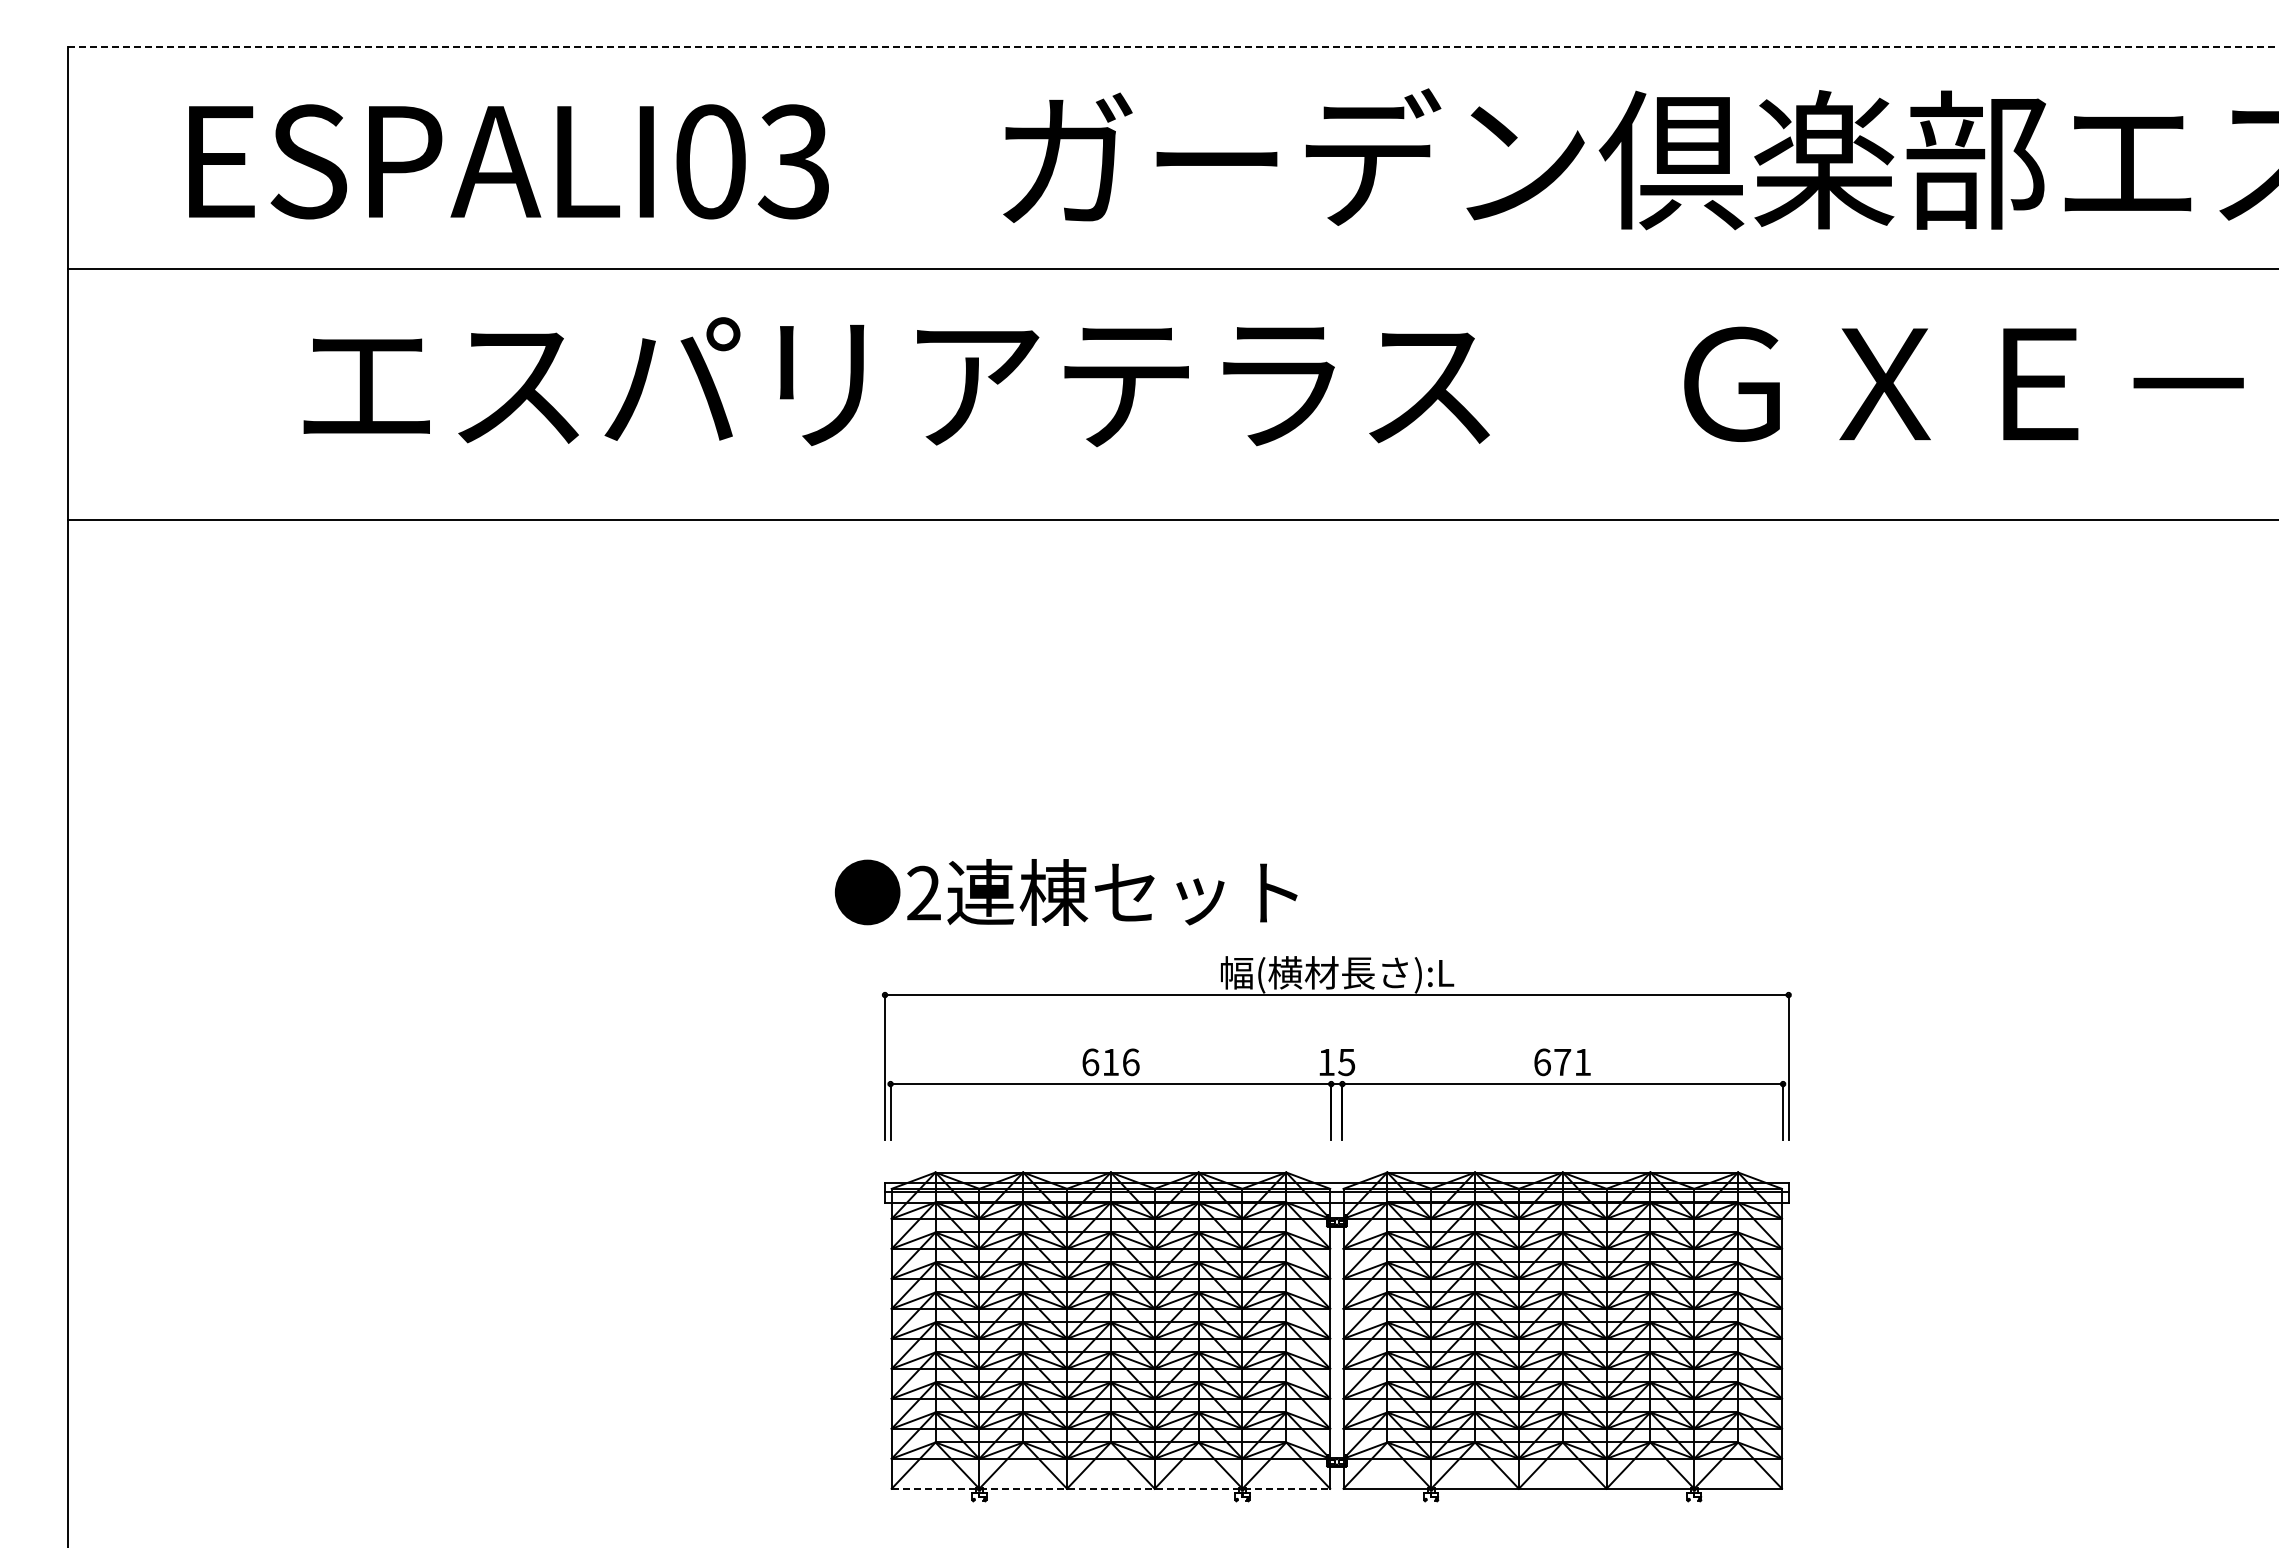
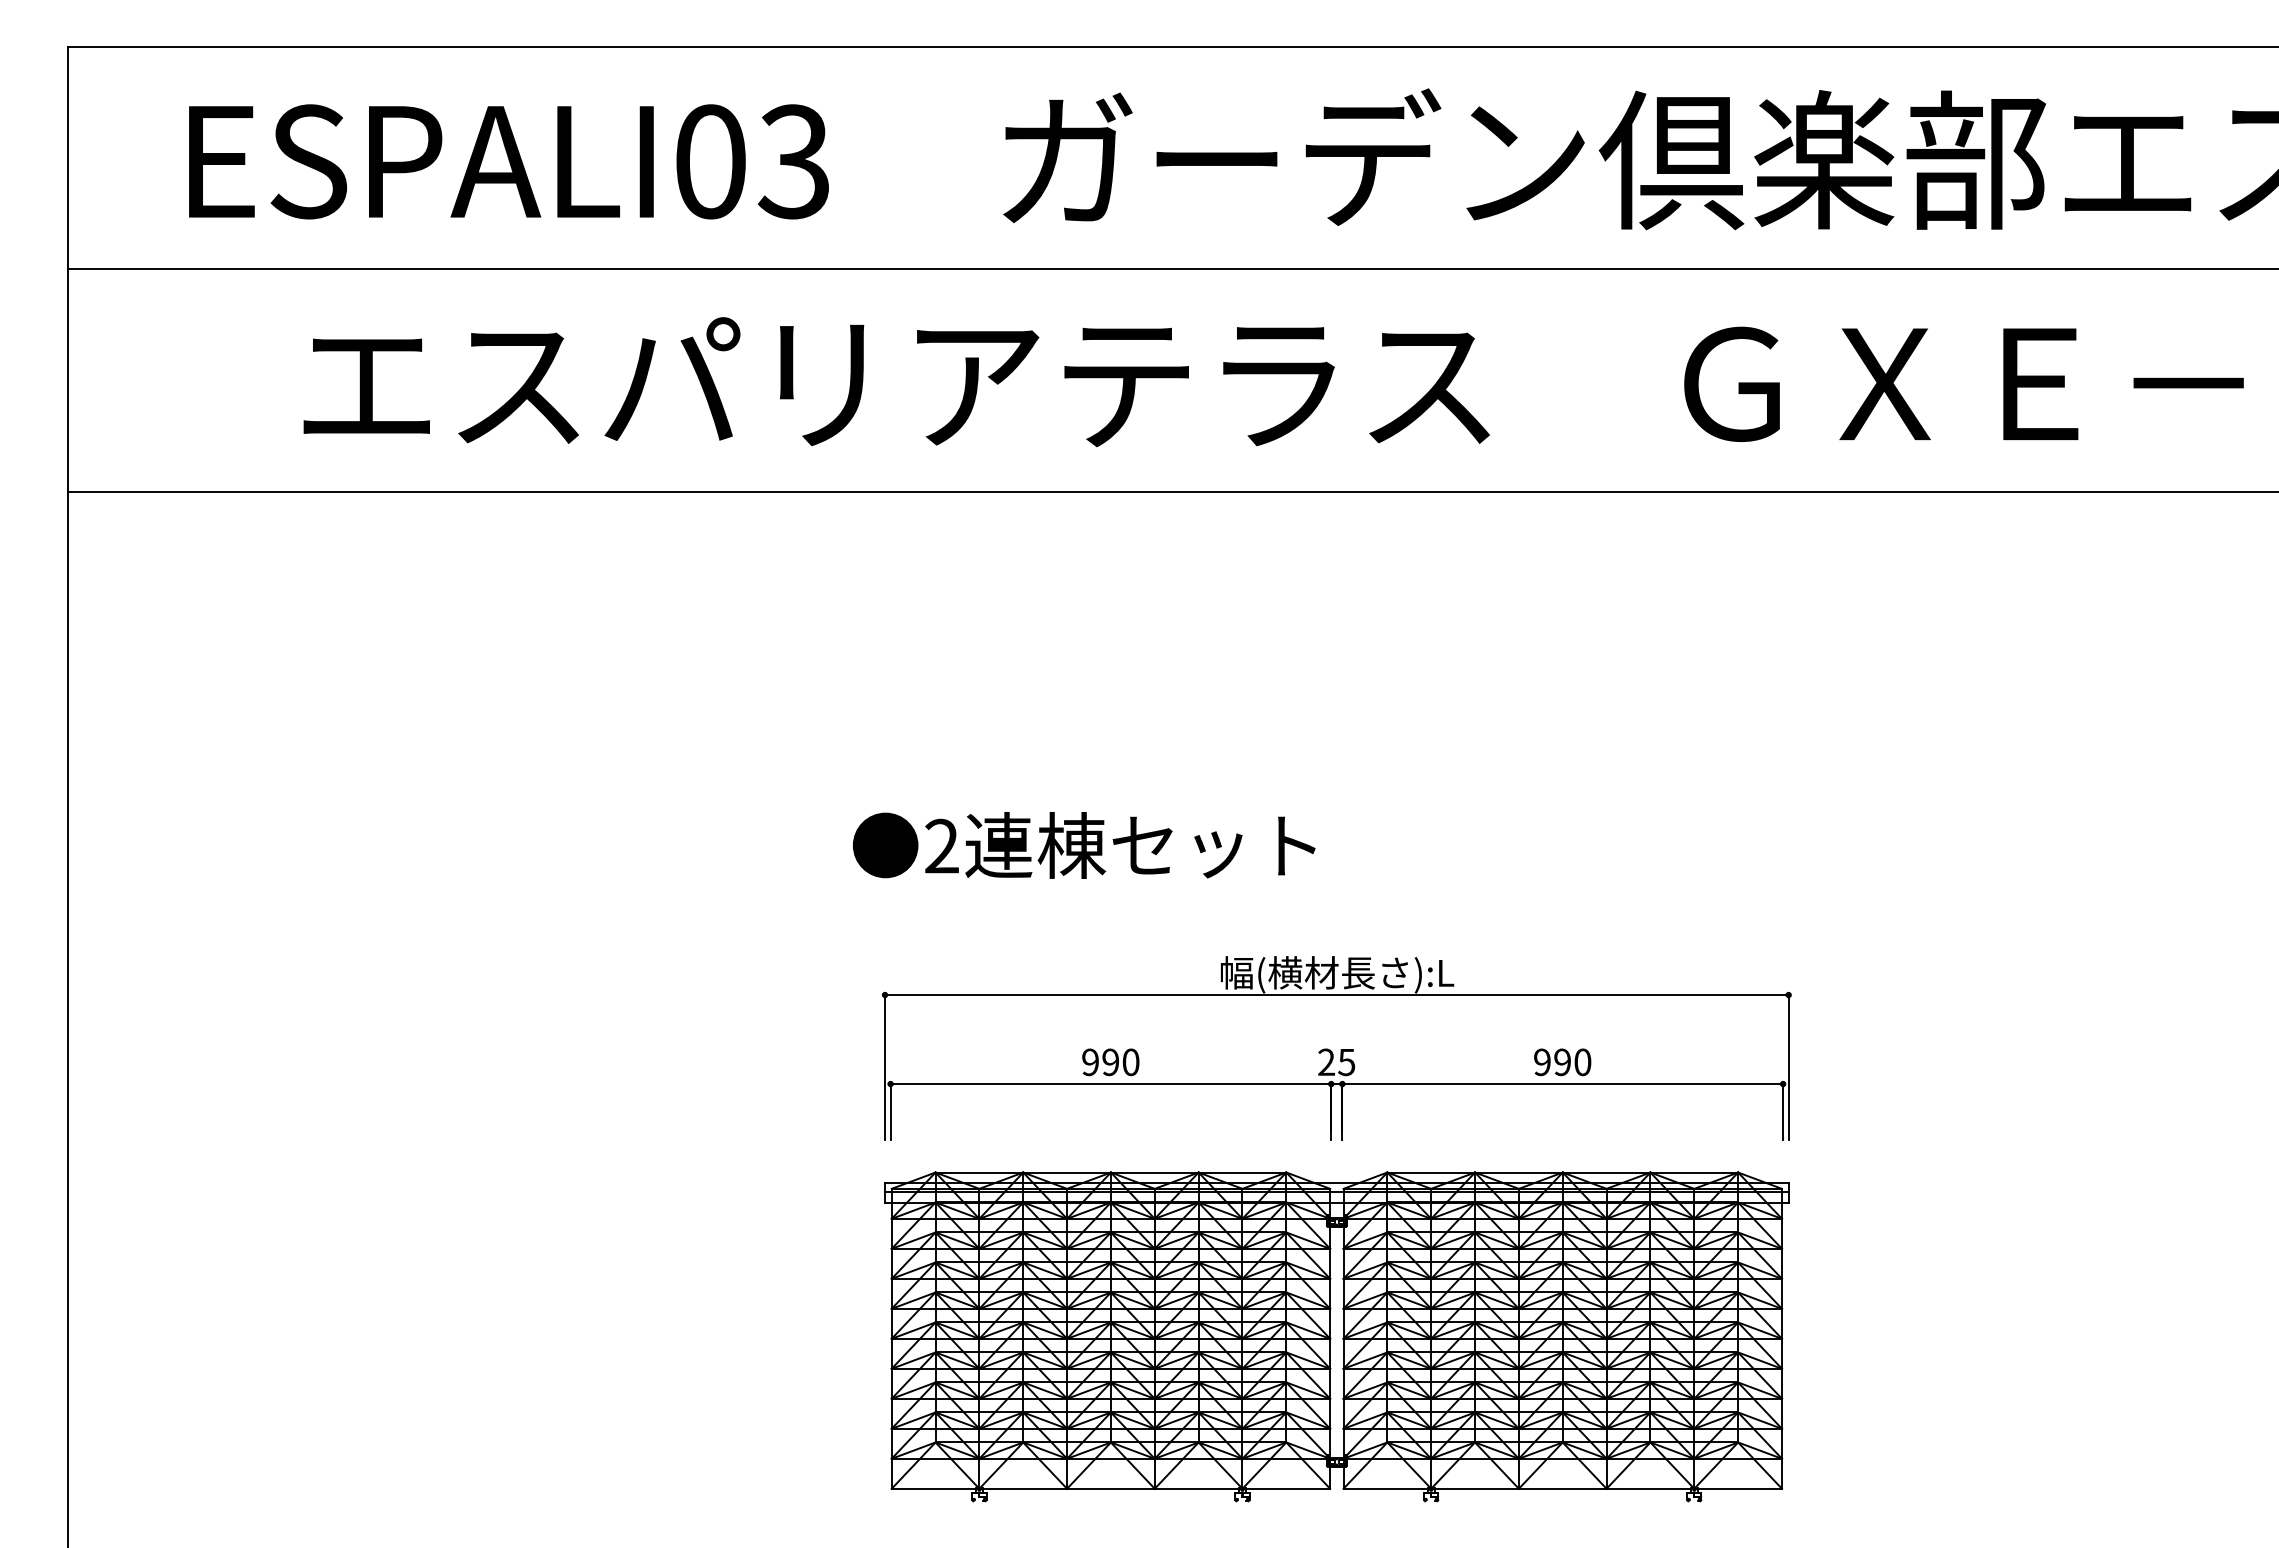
line at (1173, 46): dashed -> solid
line at (1171, 519) position: (1171, 519) -> (1171, 491)
text at (1065, 892) position: (1065, 892) -> (1083, 845)
text at (1326, 1061): 15 -> 25
text at (1110, 1062): 616 -> 990
text at (1562, 1062): 671 -> 990
line at (1111, 1488): dashed -> solid
